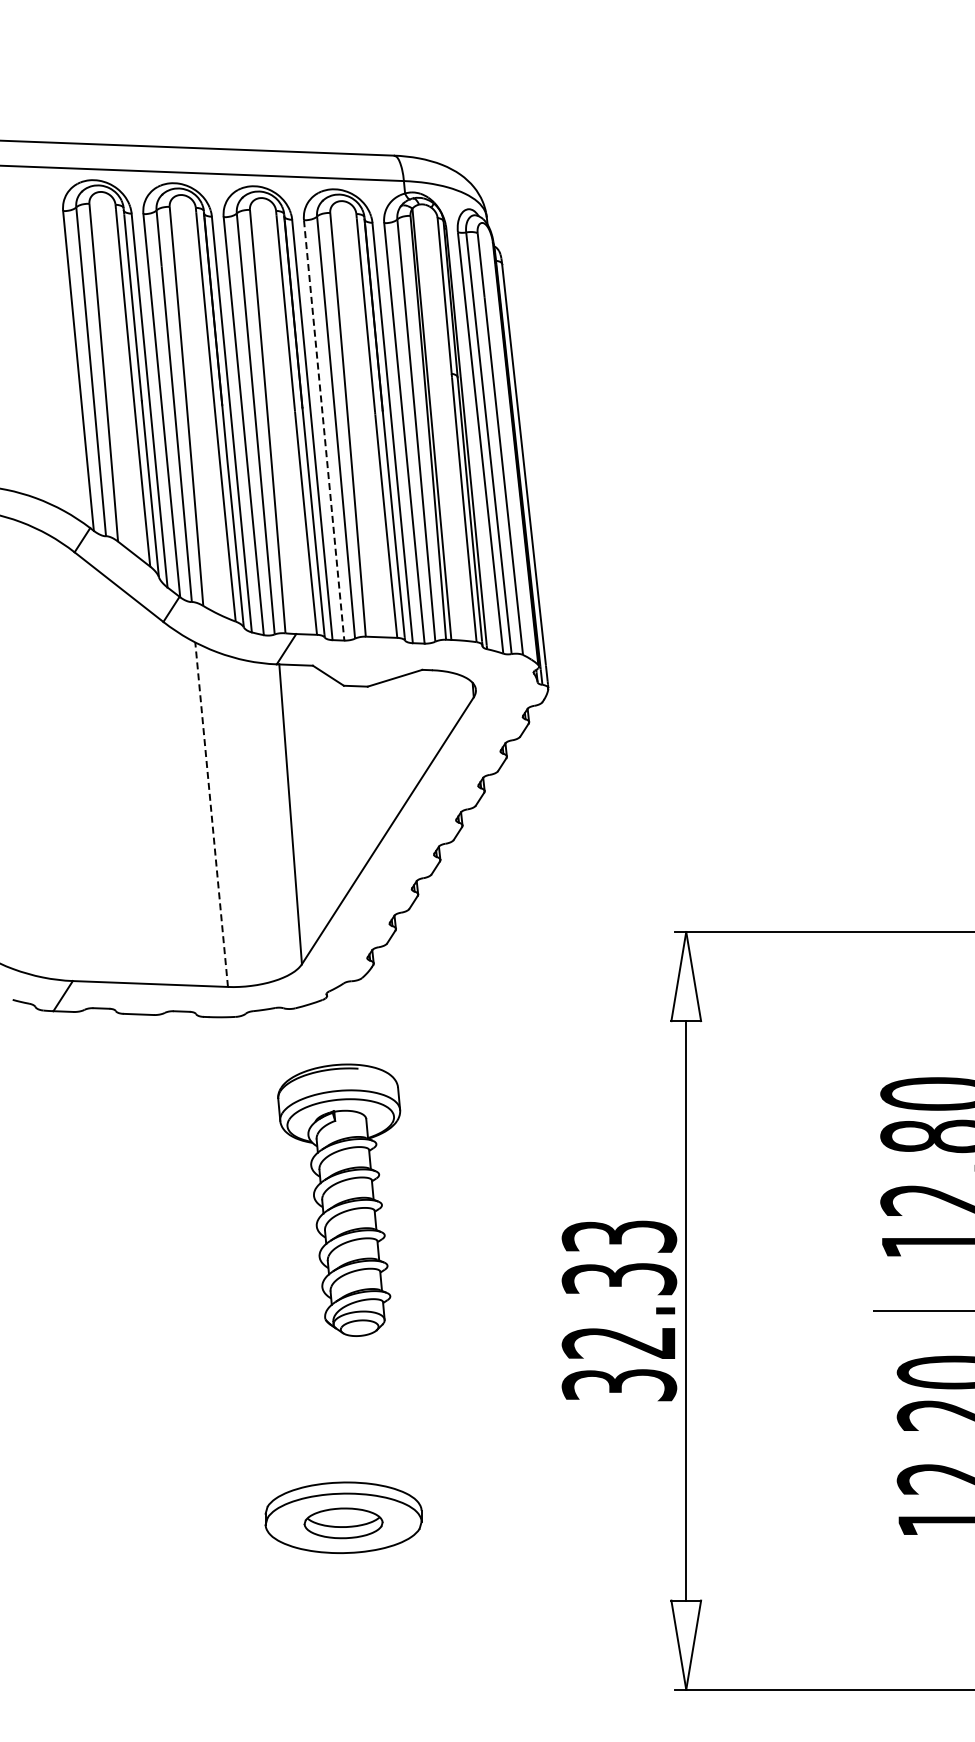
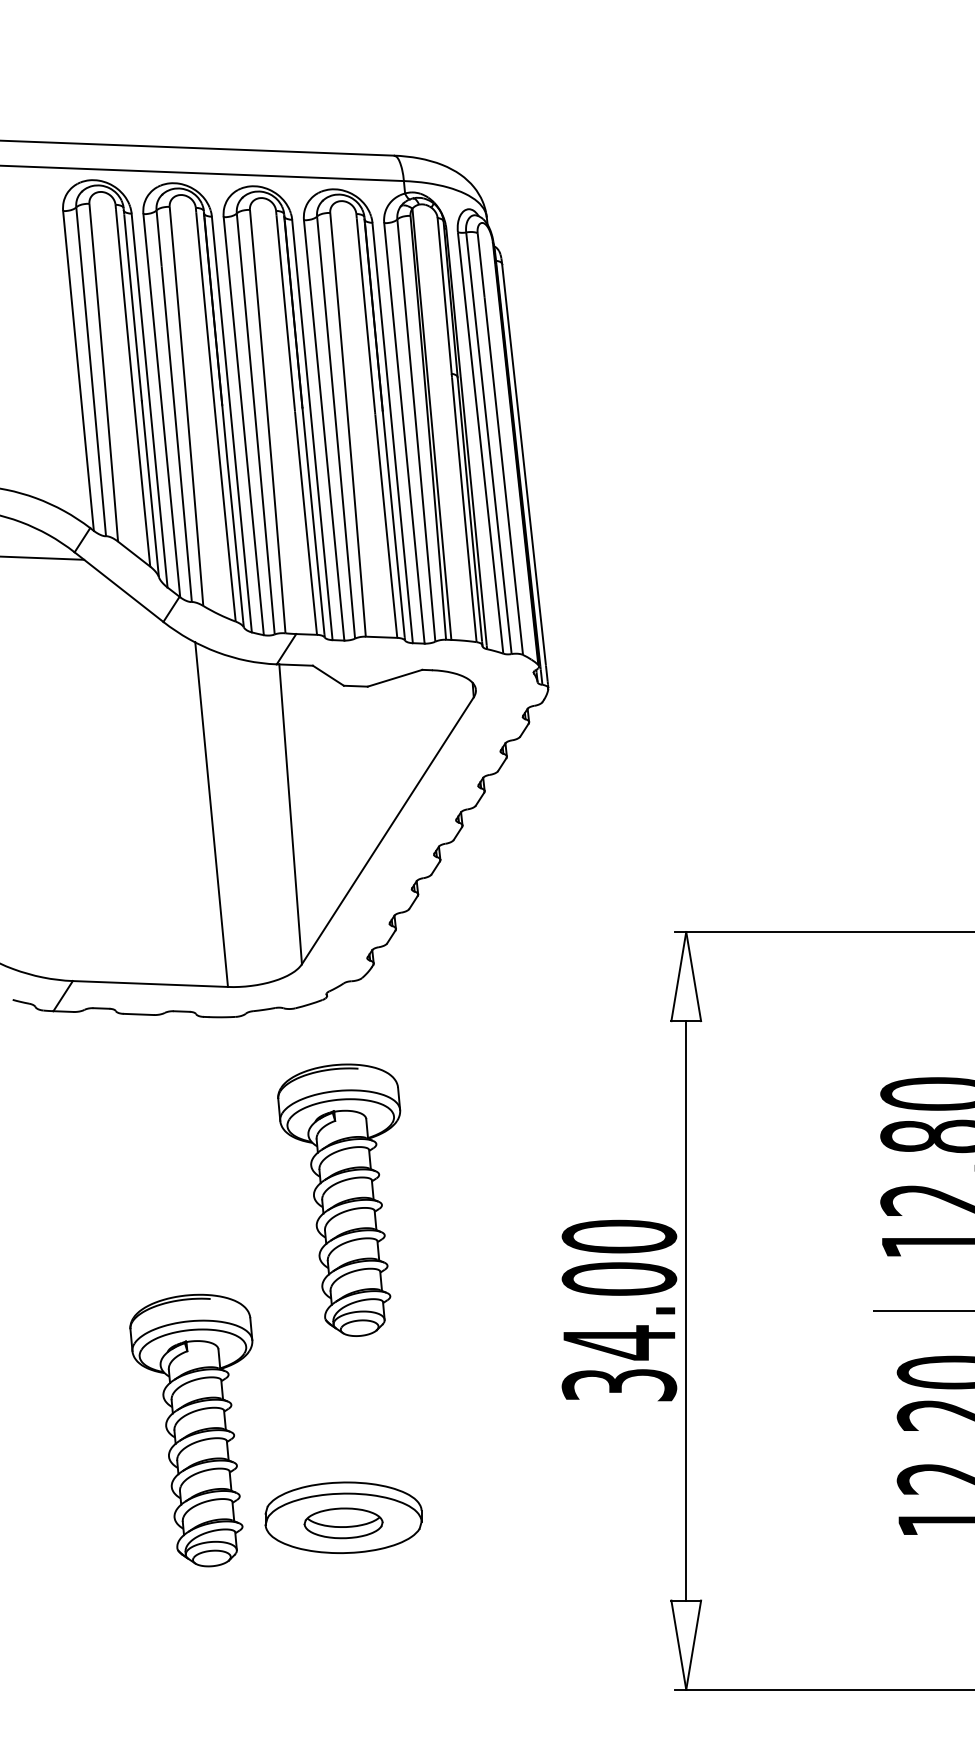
line at (324, 430): dashed -> solid
line at (43, 557): none -> present
line at (211, 813): dashed -> solid
text at (619, 1289): 32.33 -> 34.00
part at (191, 1430): none -> present
